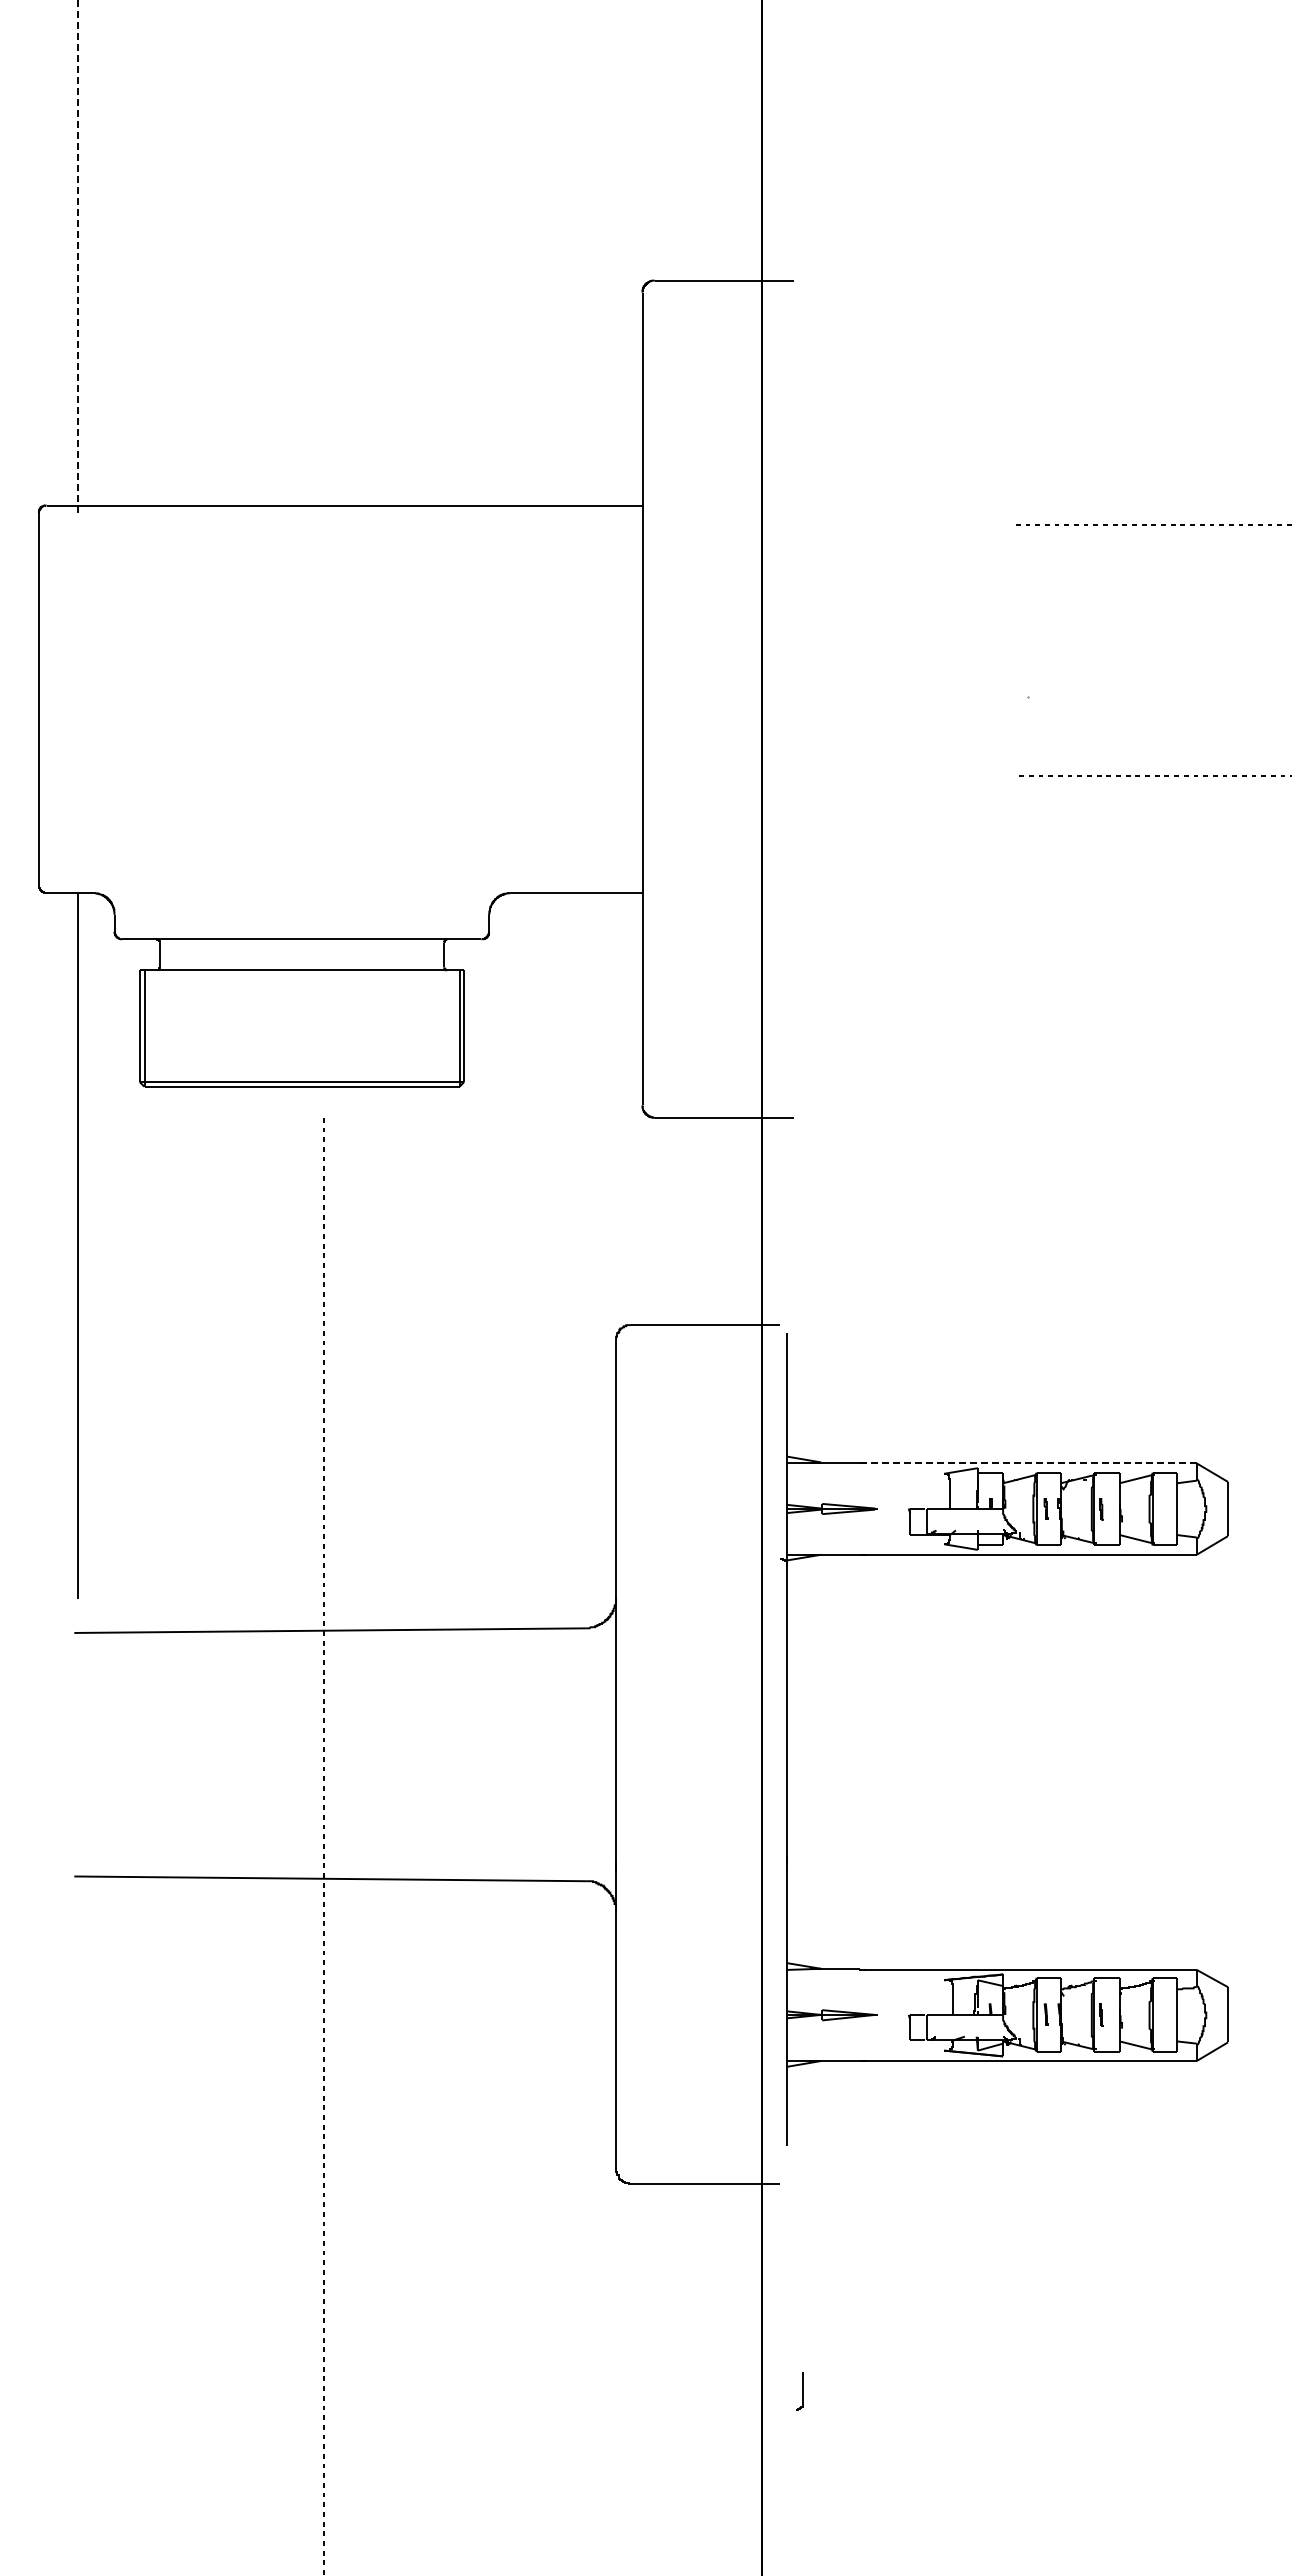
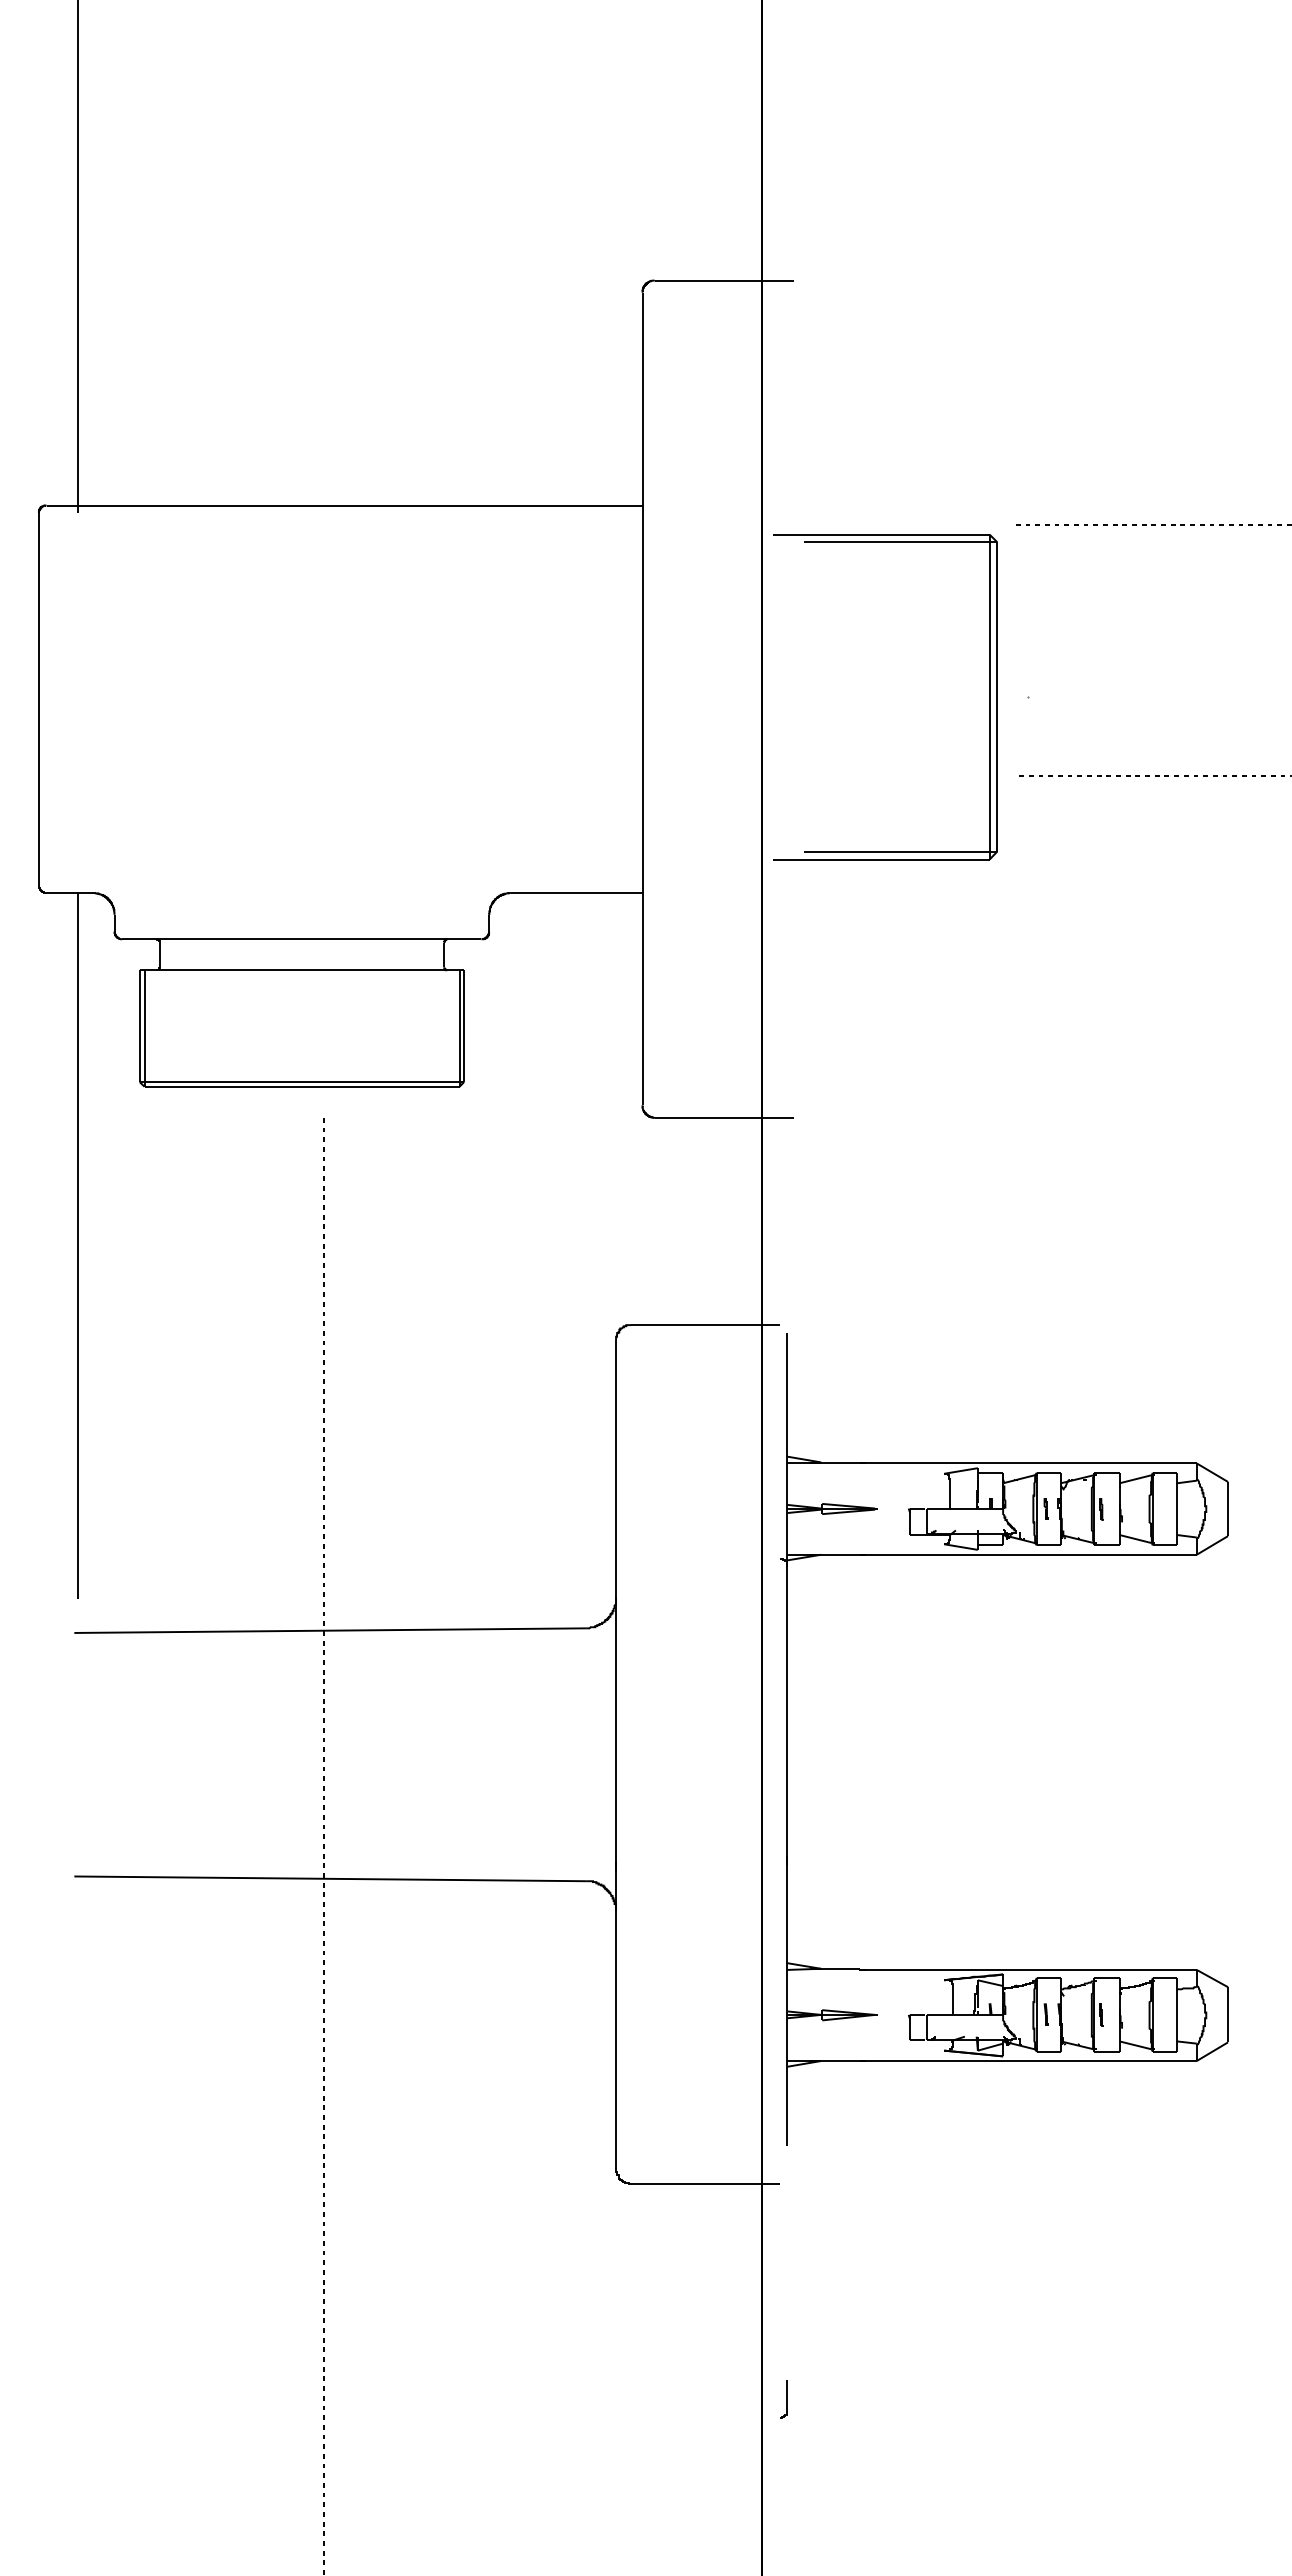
line at (77, 256): dashed -> solid
part at (989, 697): none -> present
line at (1030, 1463): dashed -> solid
part at (799, 2391) position: (799, 2391) -> (783, 2399)
